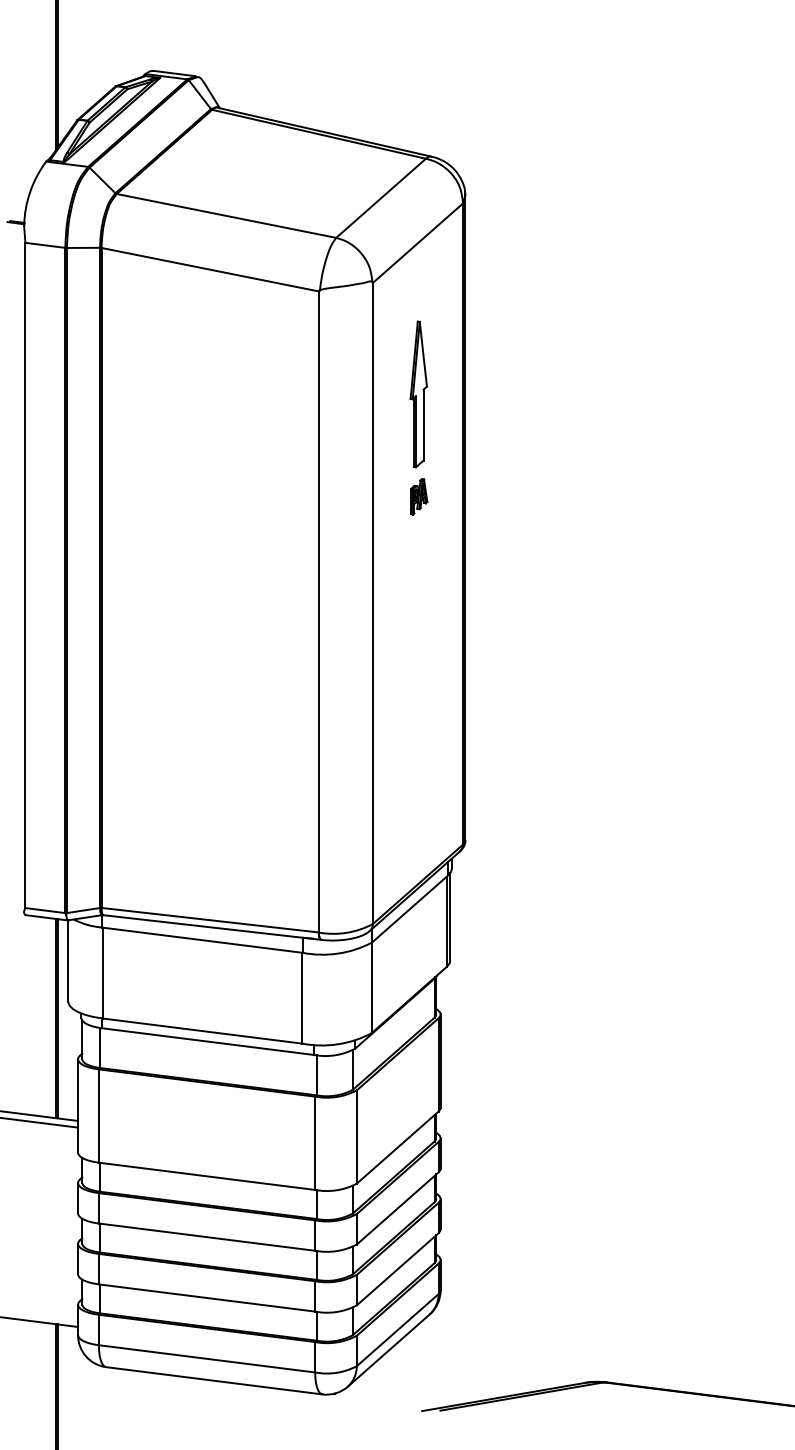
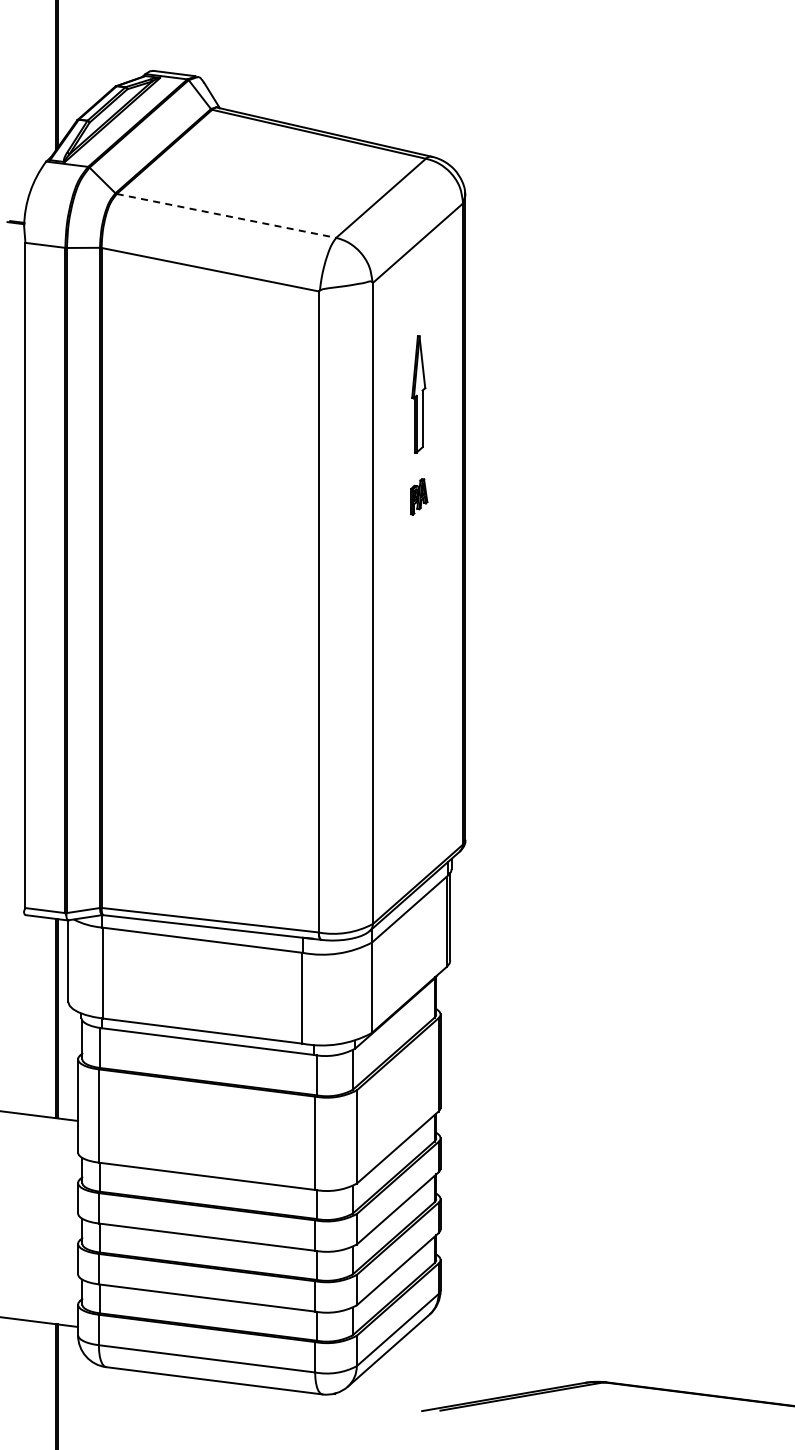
line at (226, 215): solid -> dashed
part at (418, 394) size: 19x149 px -> 16x119 px
line at (40, 1122): present -> none
